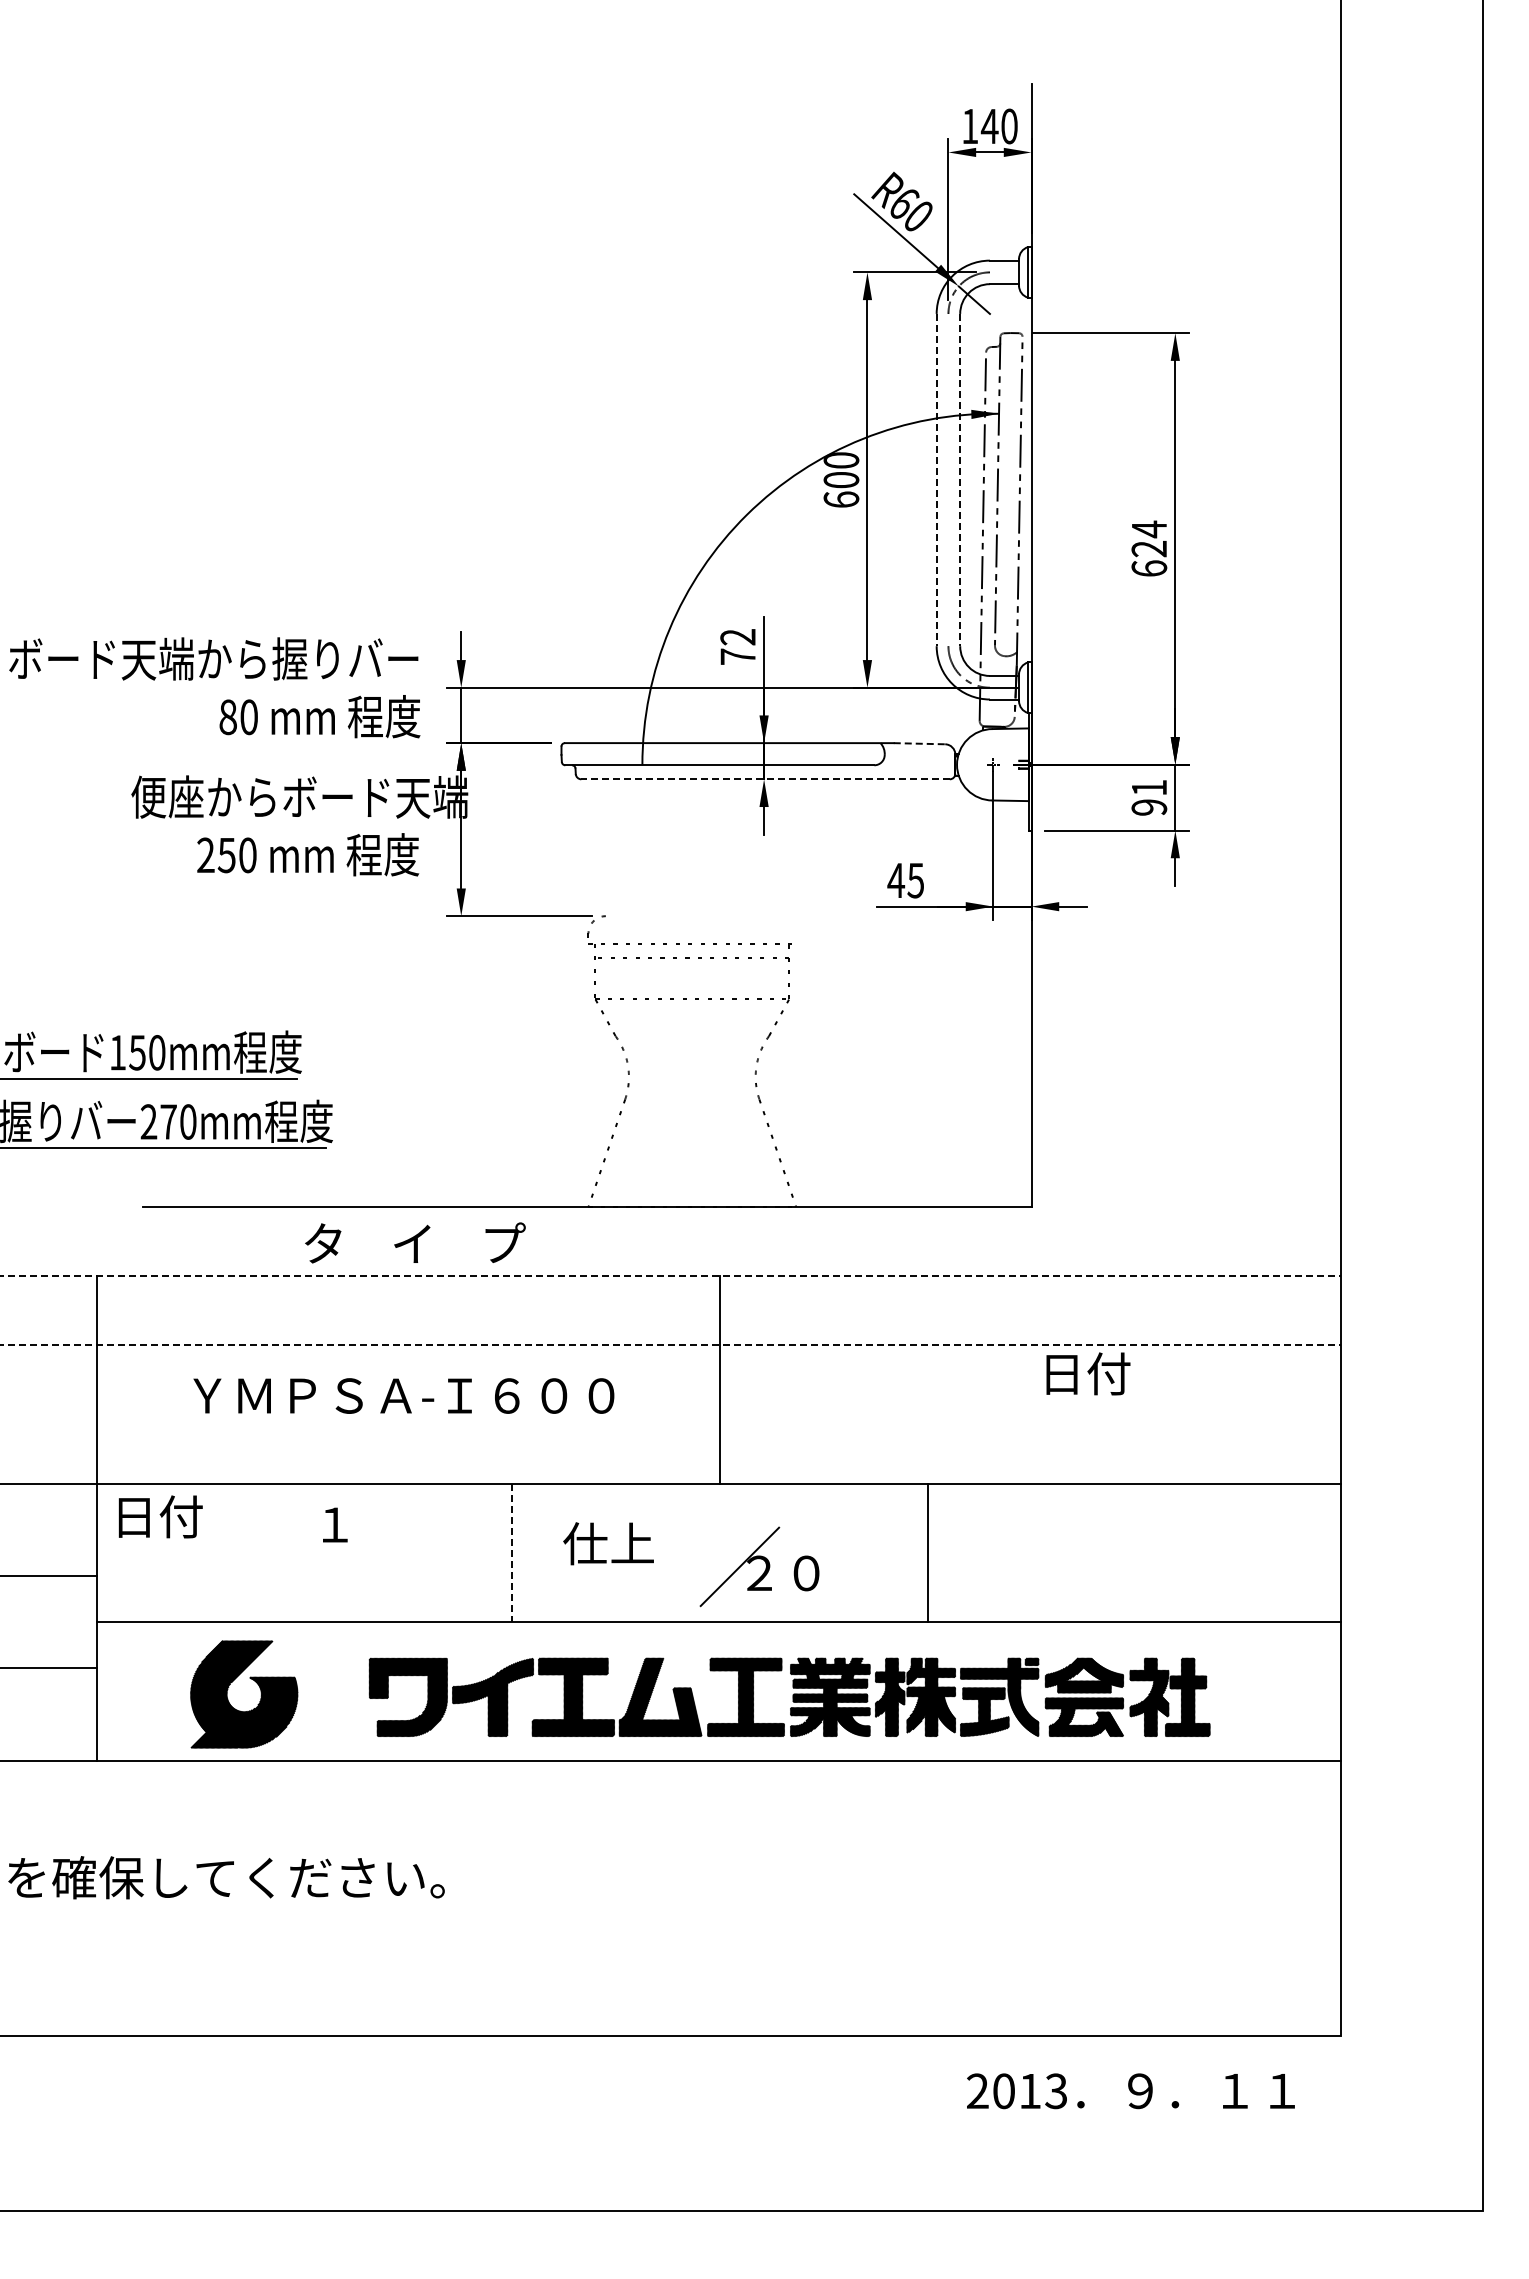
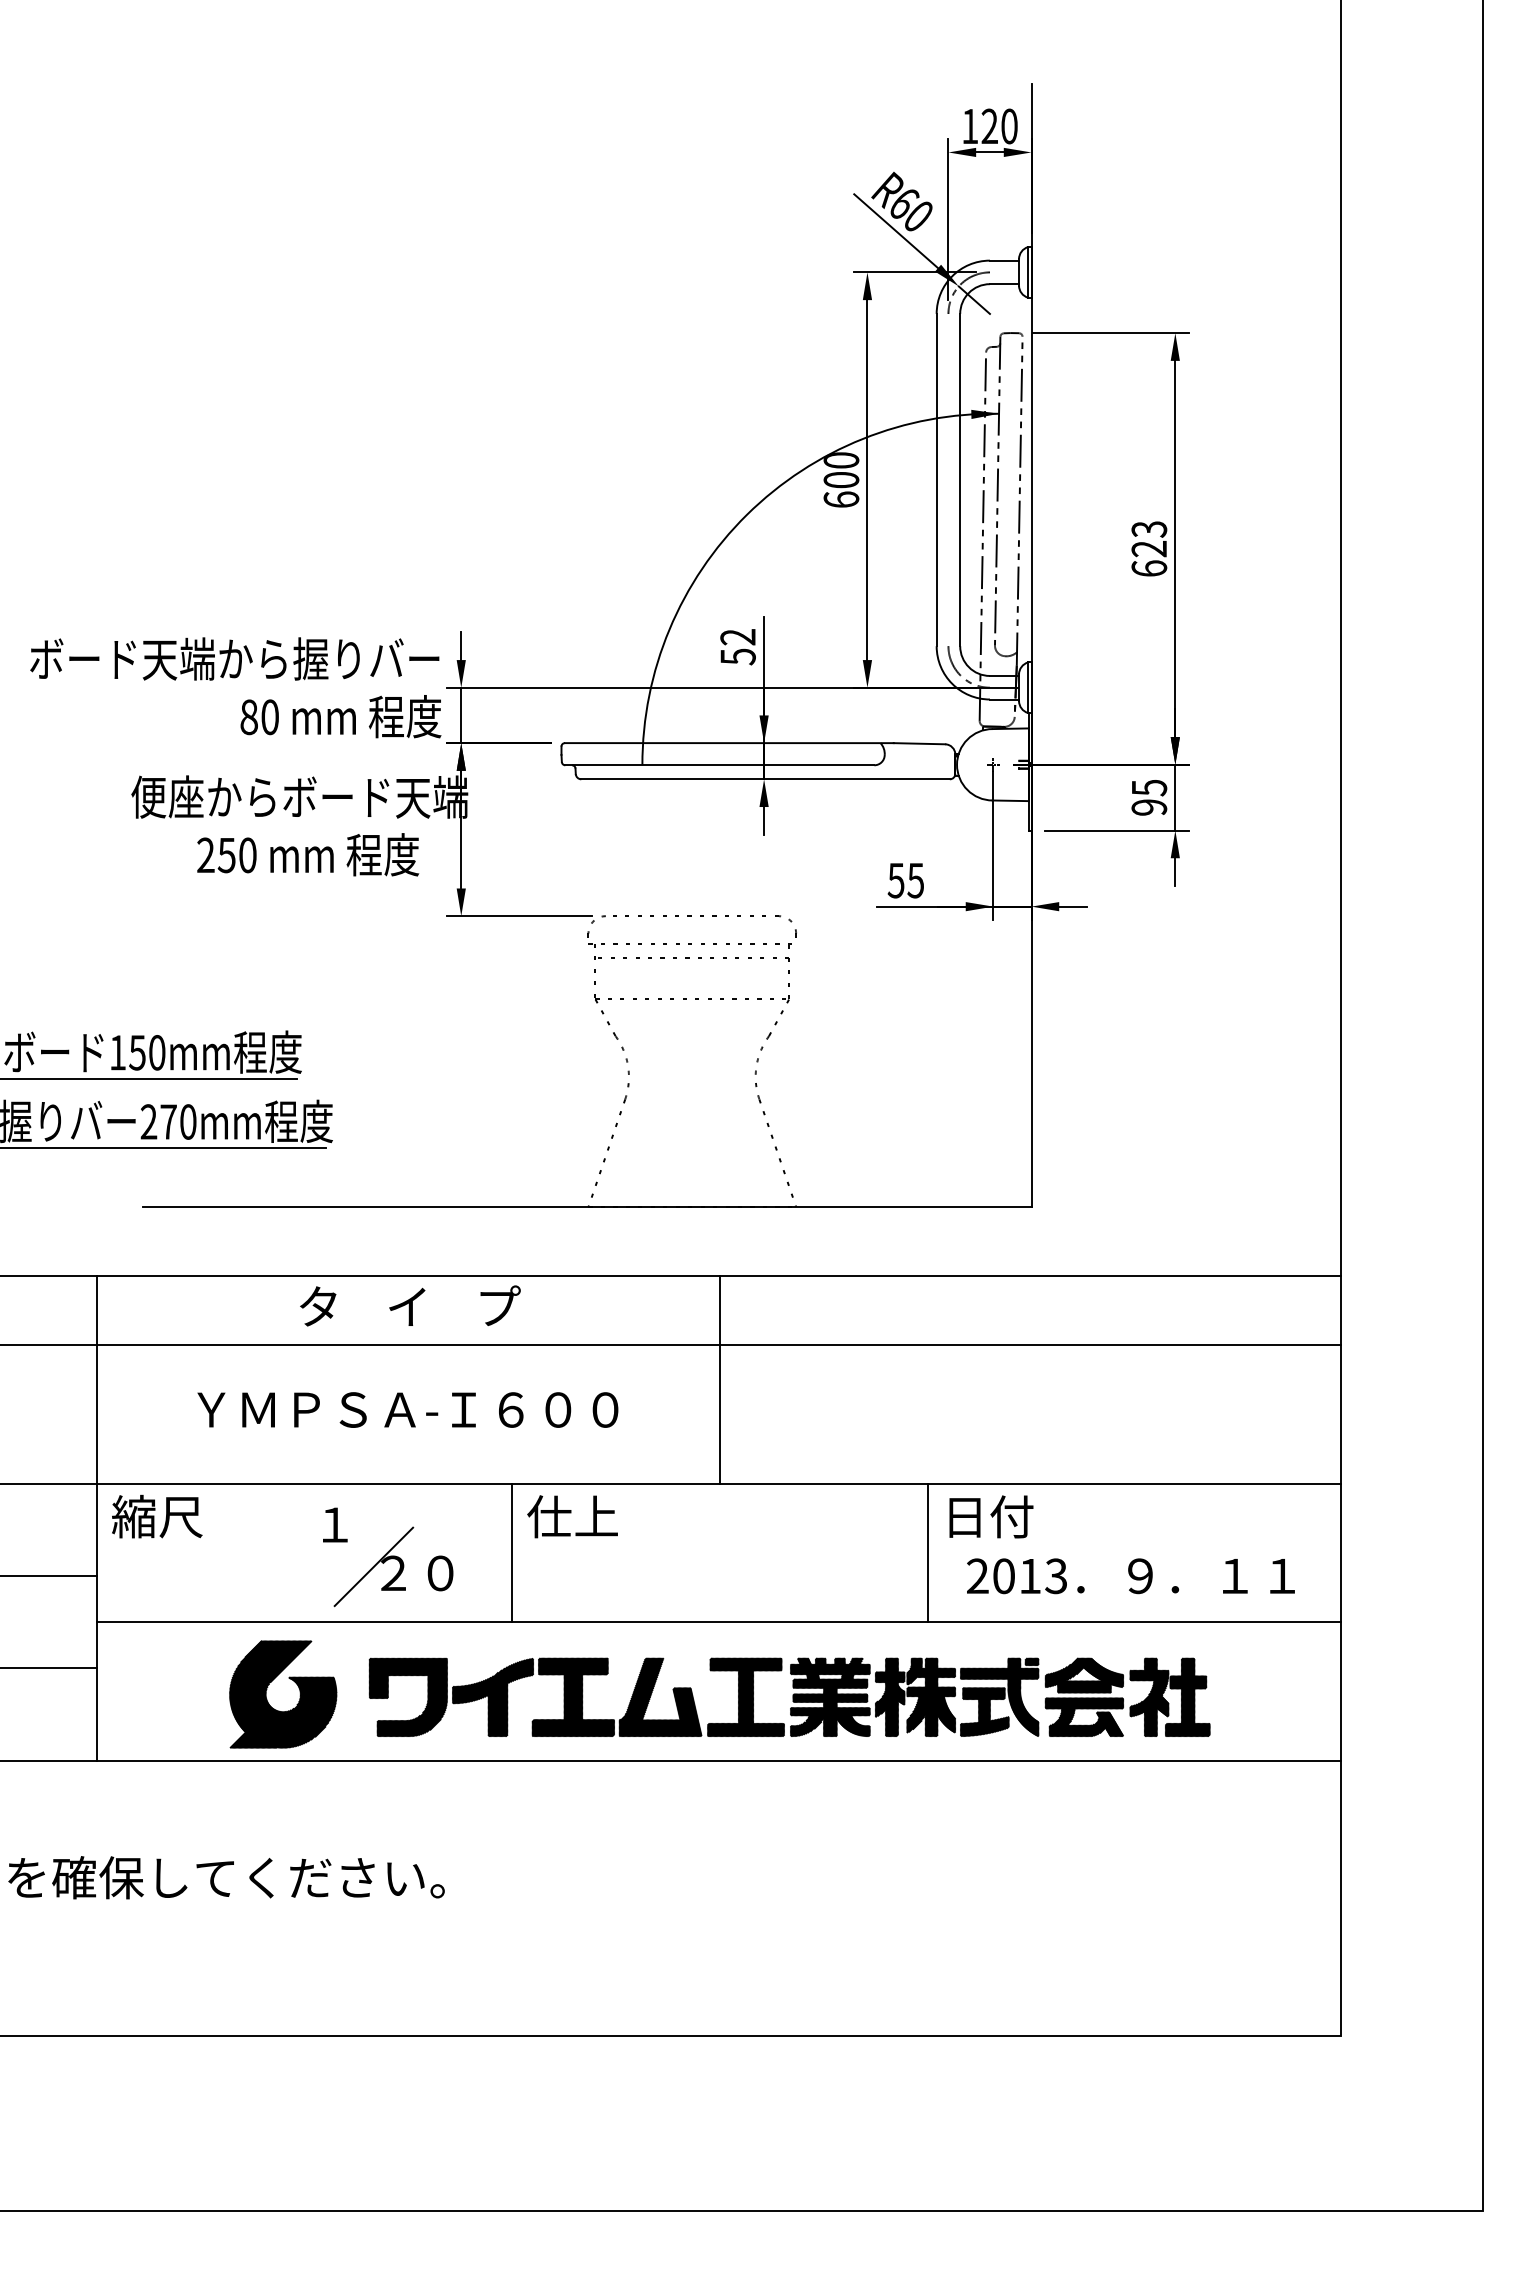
text at (989, 125): 140 -> 120
line at (936, 480): dashed -> solid
line at (960, 480): dashed -> solid
text at (1149, 529): 624 -> 623
text at (737, 656): 72 -> 52
text at (214, 687) position: (214, 687) -> (235, 687)
line at (919, 743): dashed -> solid
line at (765, 779): dashed -> solid
text at (1149, 788): 91 -> 95
text at (896, 880): 45 -> 55
part at (703, 916): none -> present
text at (415, 1242) position: (415, 1242) -> (410, 1305)
line at (671, 1276): dashed -> solid
line at (671, 1345): dashed -> solid
text at (1088, 1373) position: (1088, 1373) -> (991, 1516)
text at (403, 1395) position: (403, 1395) -> (407, 1409)
text at (157, 1516): 日付 -> 縮尺
text at (608, 1543) position: (608, 1543) -> (572, 1516)
line at (512, 1553): dashed -> solid
part at (765, 1567) position: (765, 1567) -> (399, 1567)
part at (260, 1693) position: (260, 1693) -> (299, 1693)
text at (1130, 2091) position: (1130, 2091) -> (1130, 1576)
